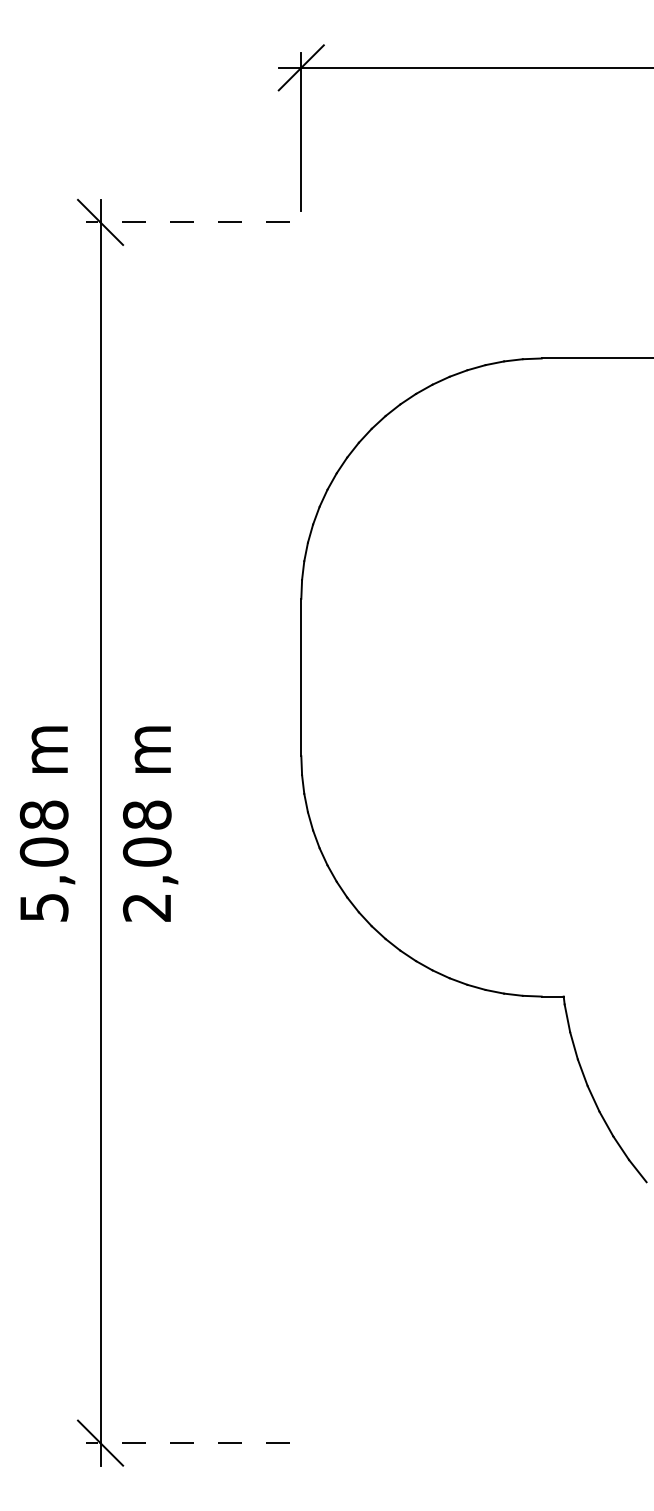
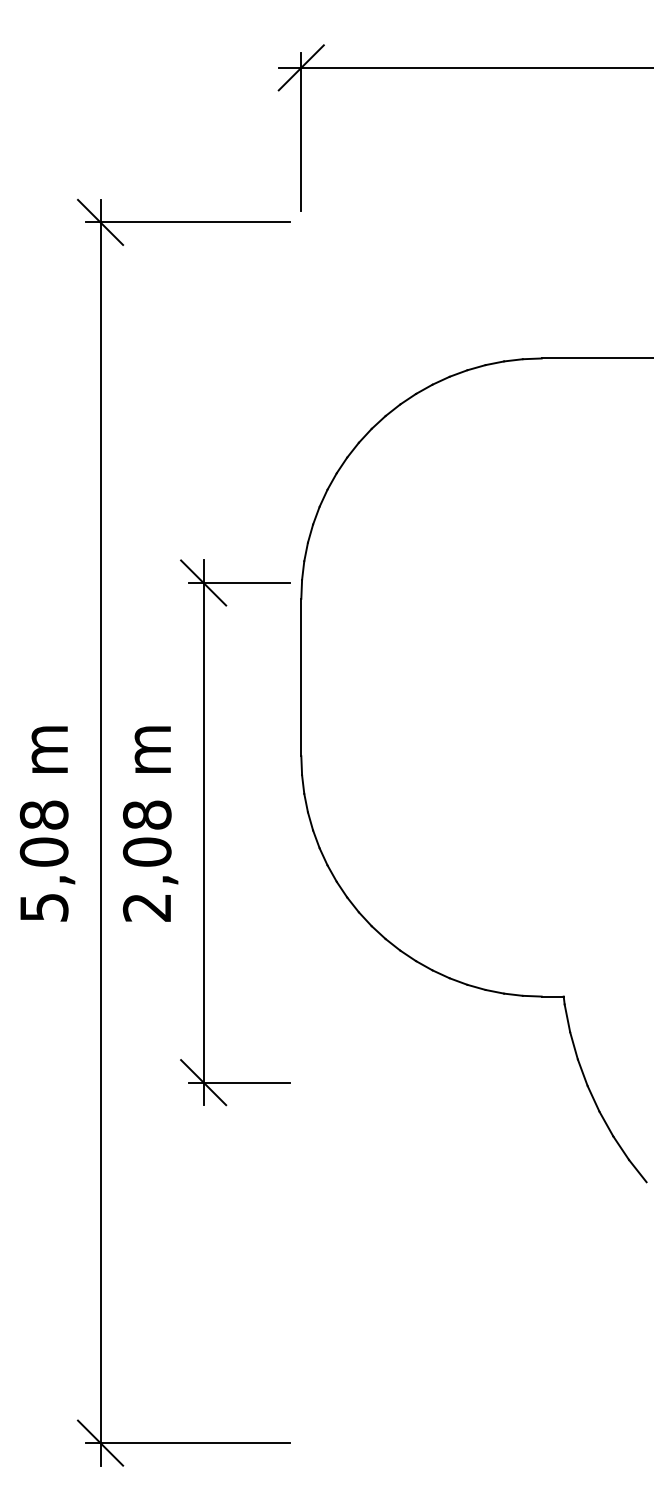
line at (187, 222): dashed -> solid
part at (204, 832): none -> present
line at (187, 1443): dashed -> solid
